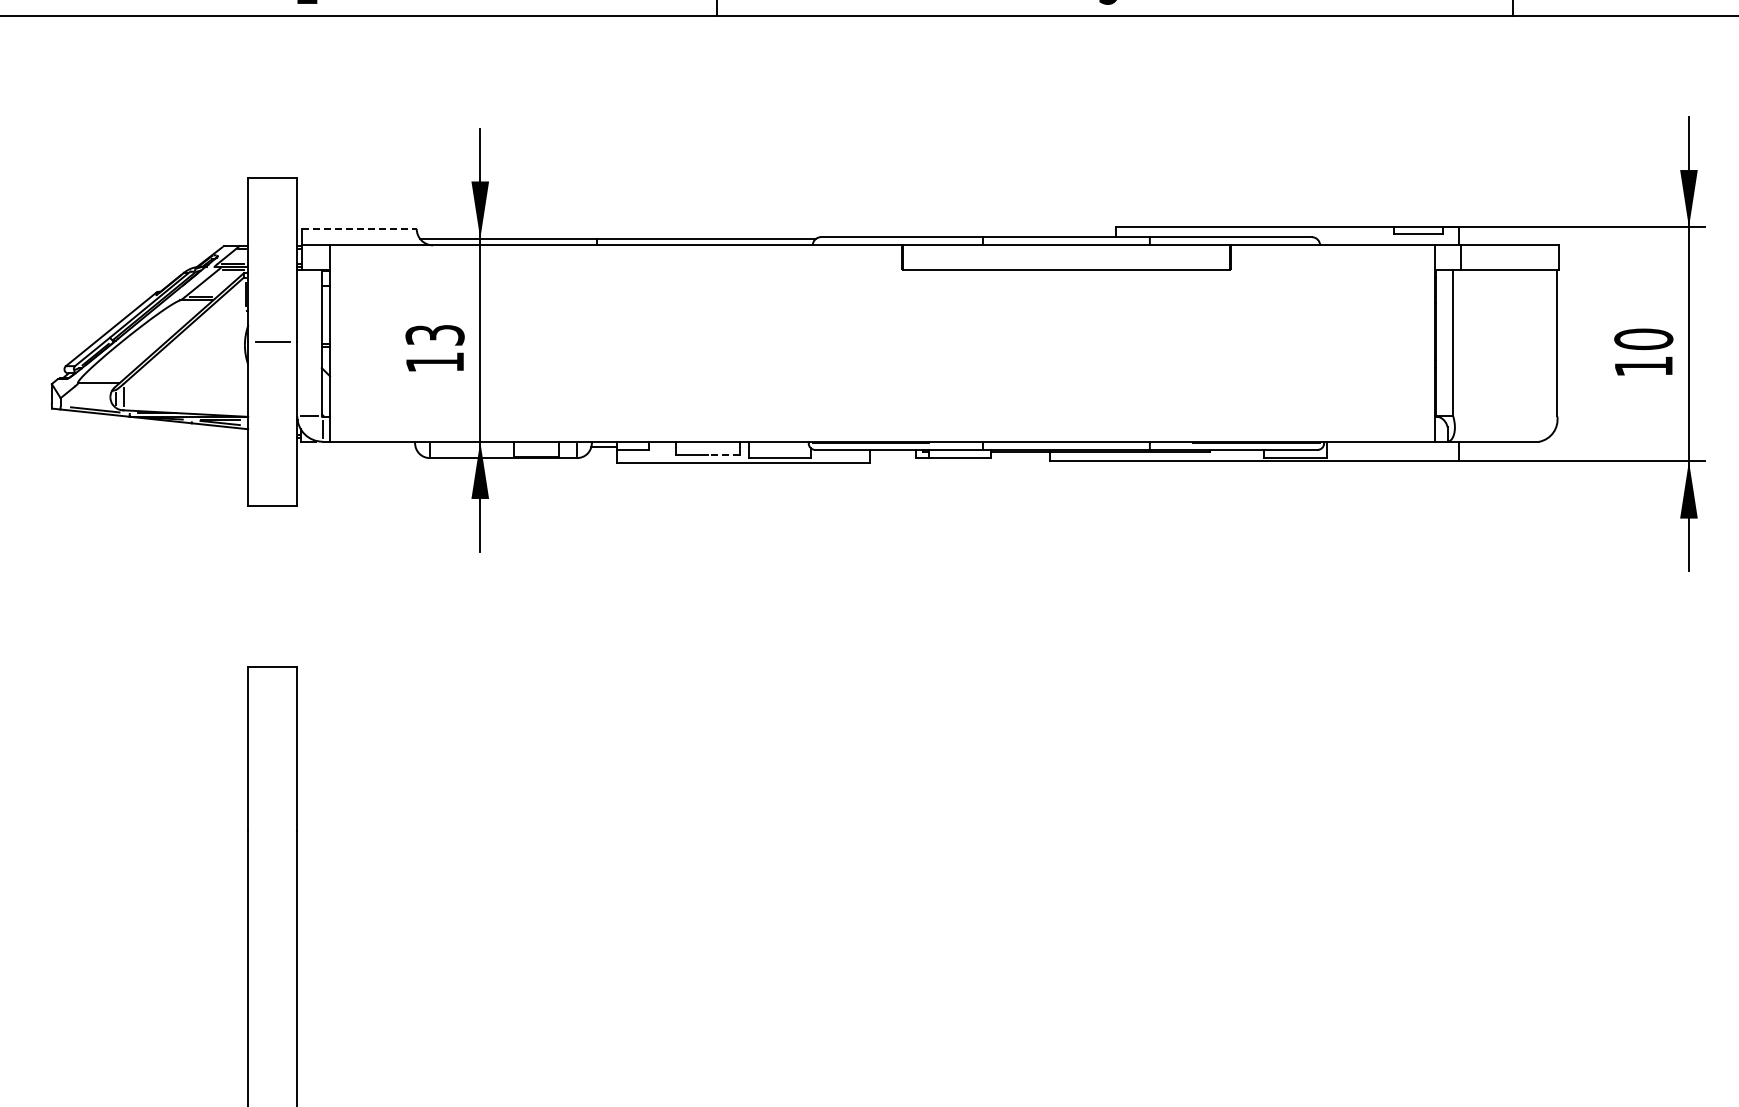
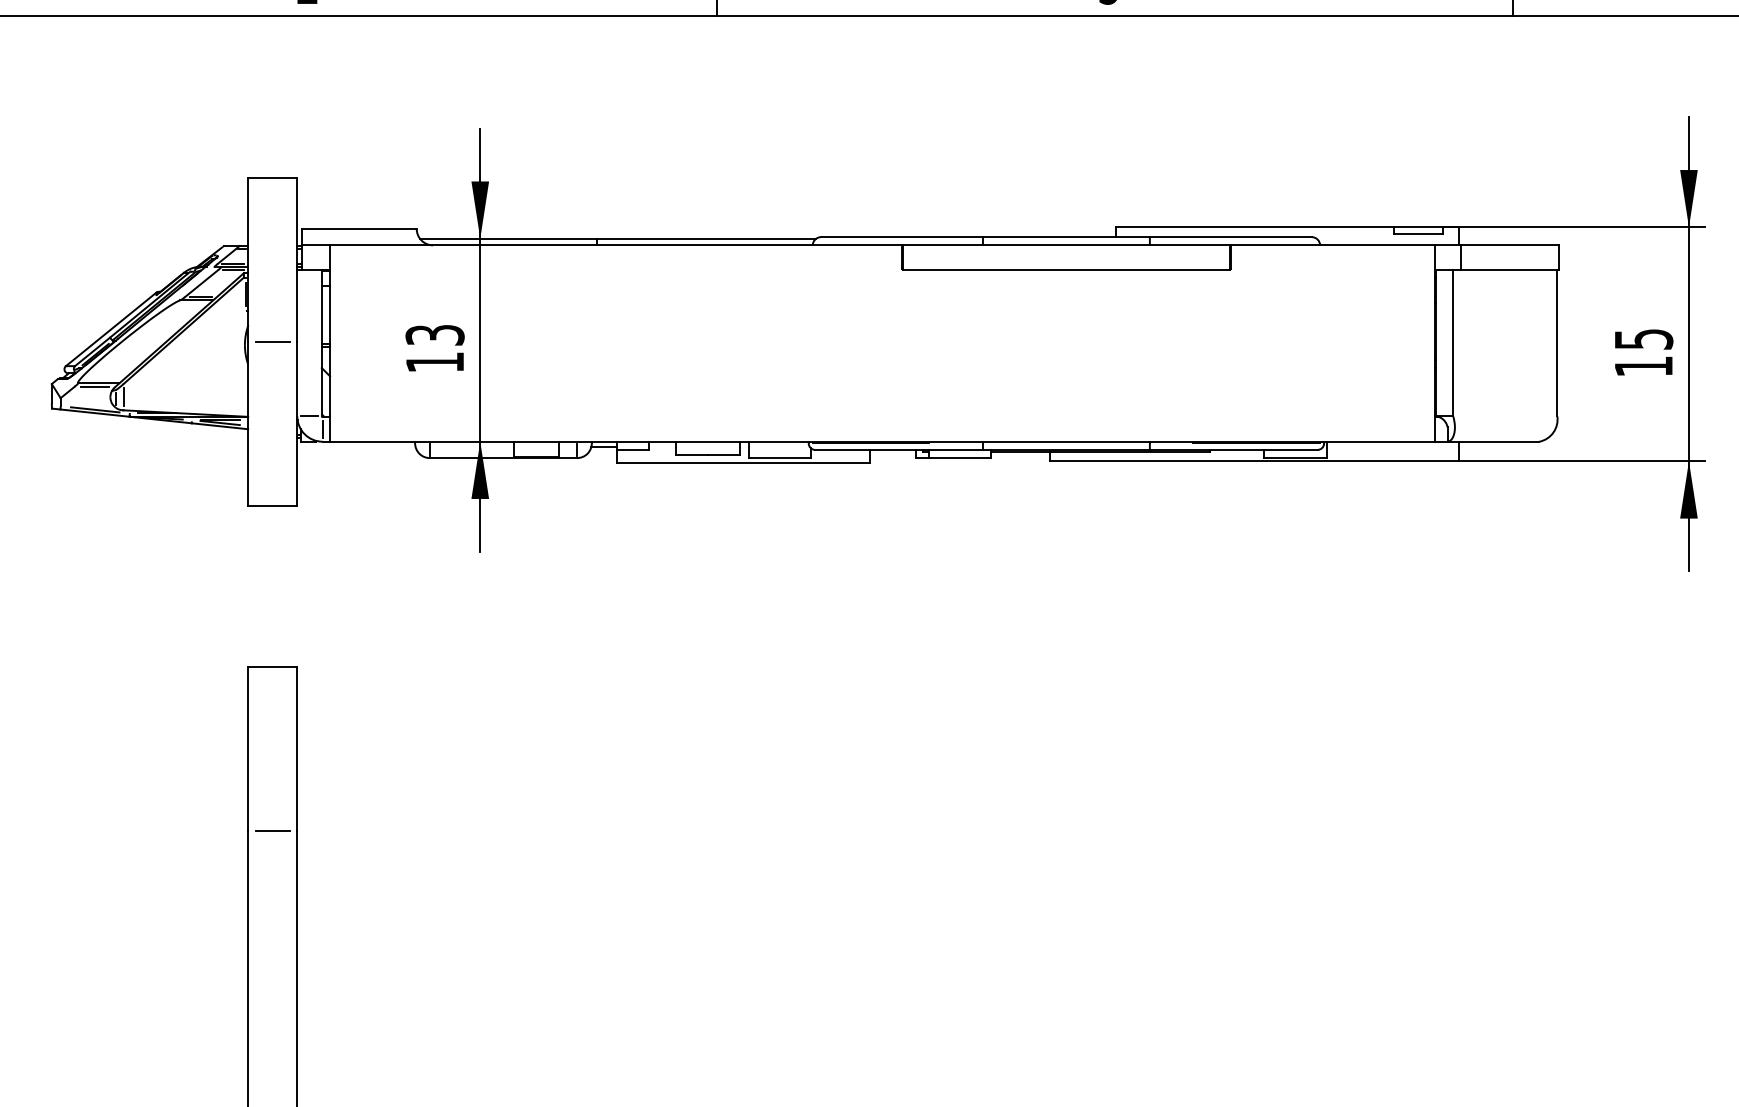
line at (359, 228): dashed -> solid
text at (1643, 339): 10 -> 15
line at (94, 386): none -> present
line at (724, 454): dashed -> solid
line at (272, 830): none -> present
